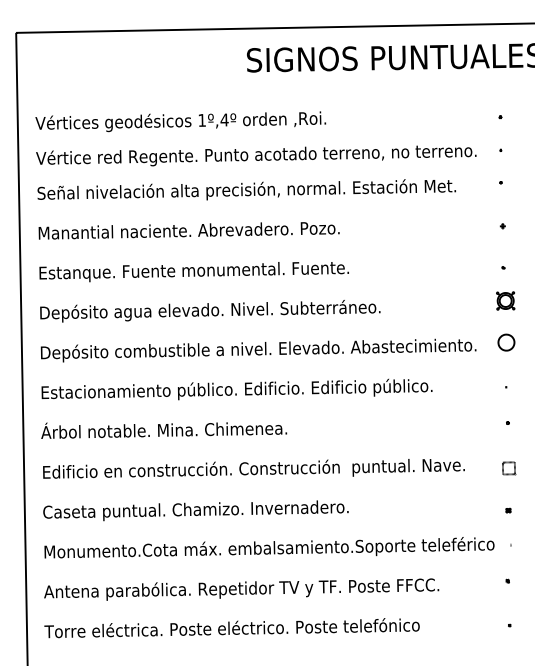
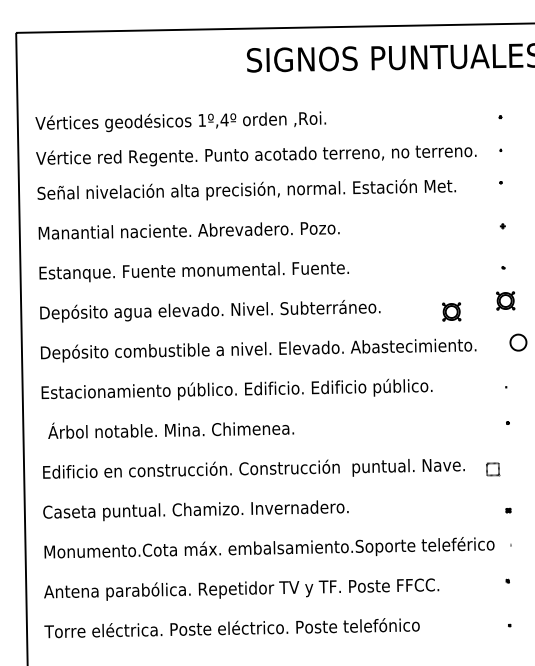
part at (451, 311): none -> present
part at (506, 342) position: (506, 342) -> (518, 342)
text at (164, 430) position: (164, 430) -> (171, 430)
part at (509, 468) position: (509, 468) -> (493, 469)
